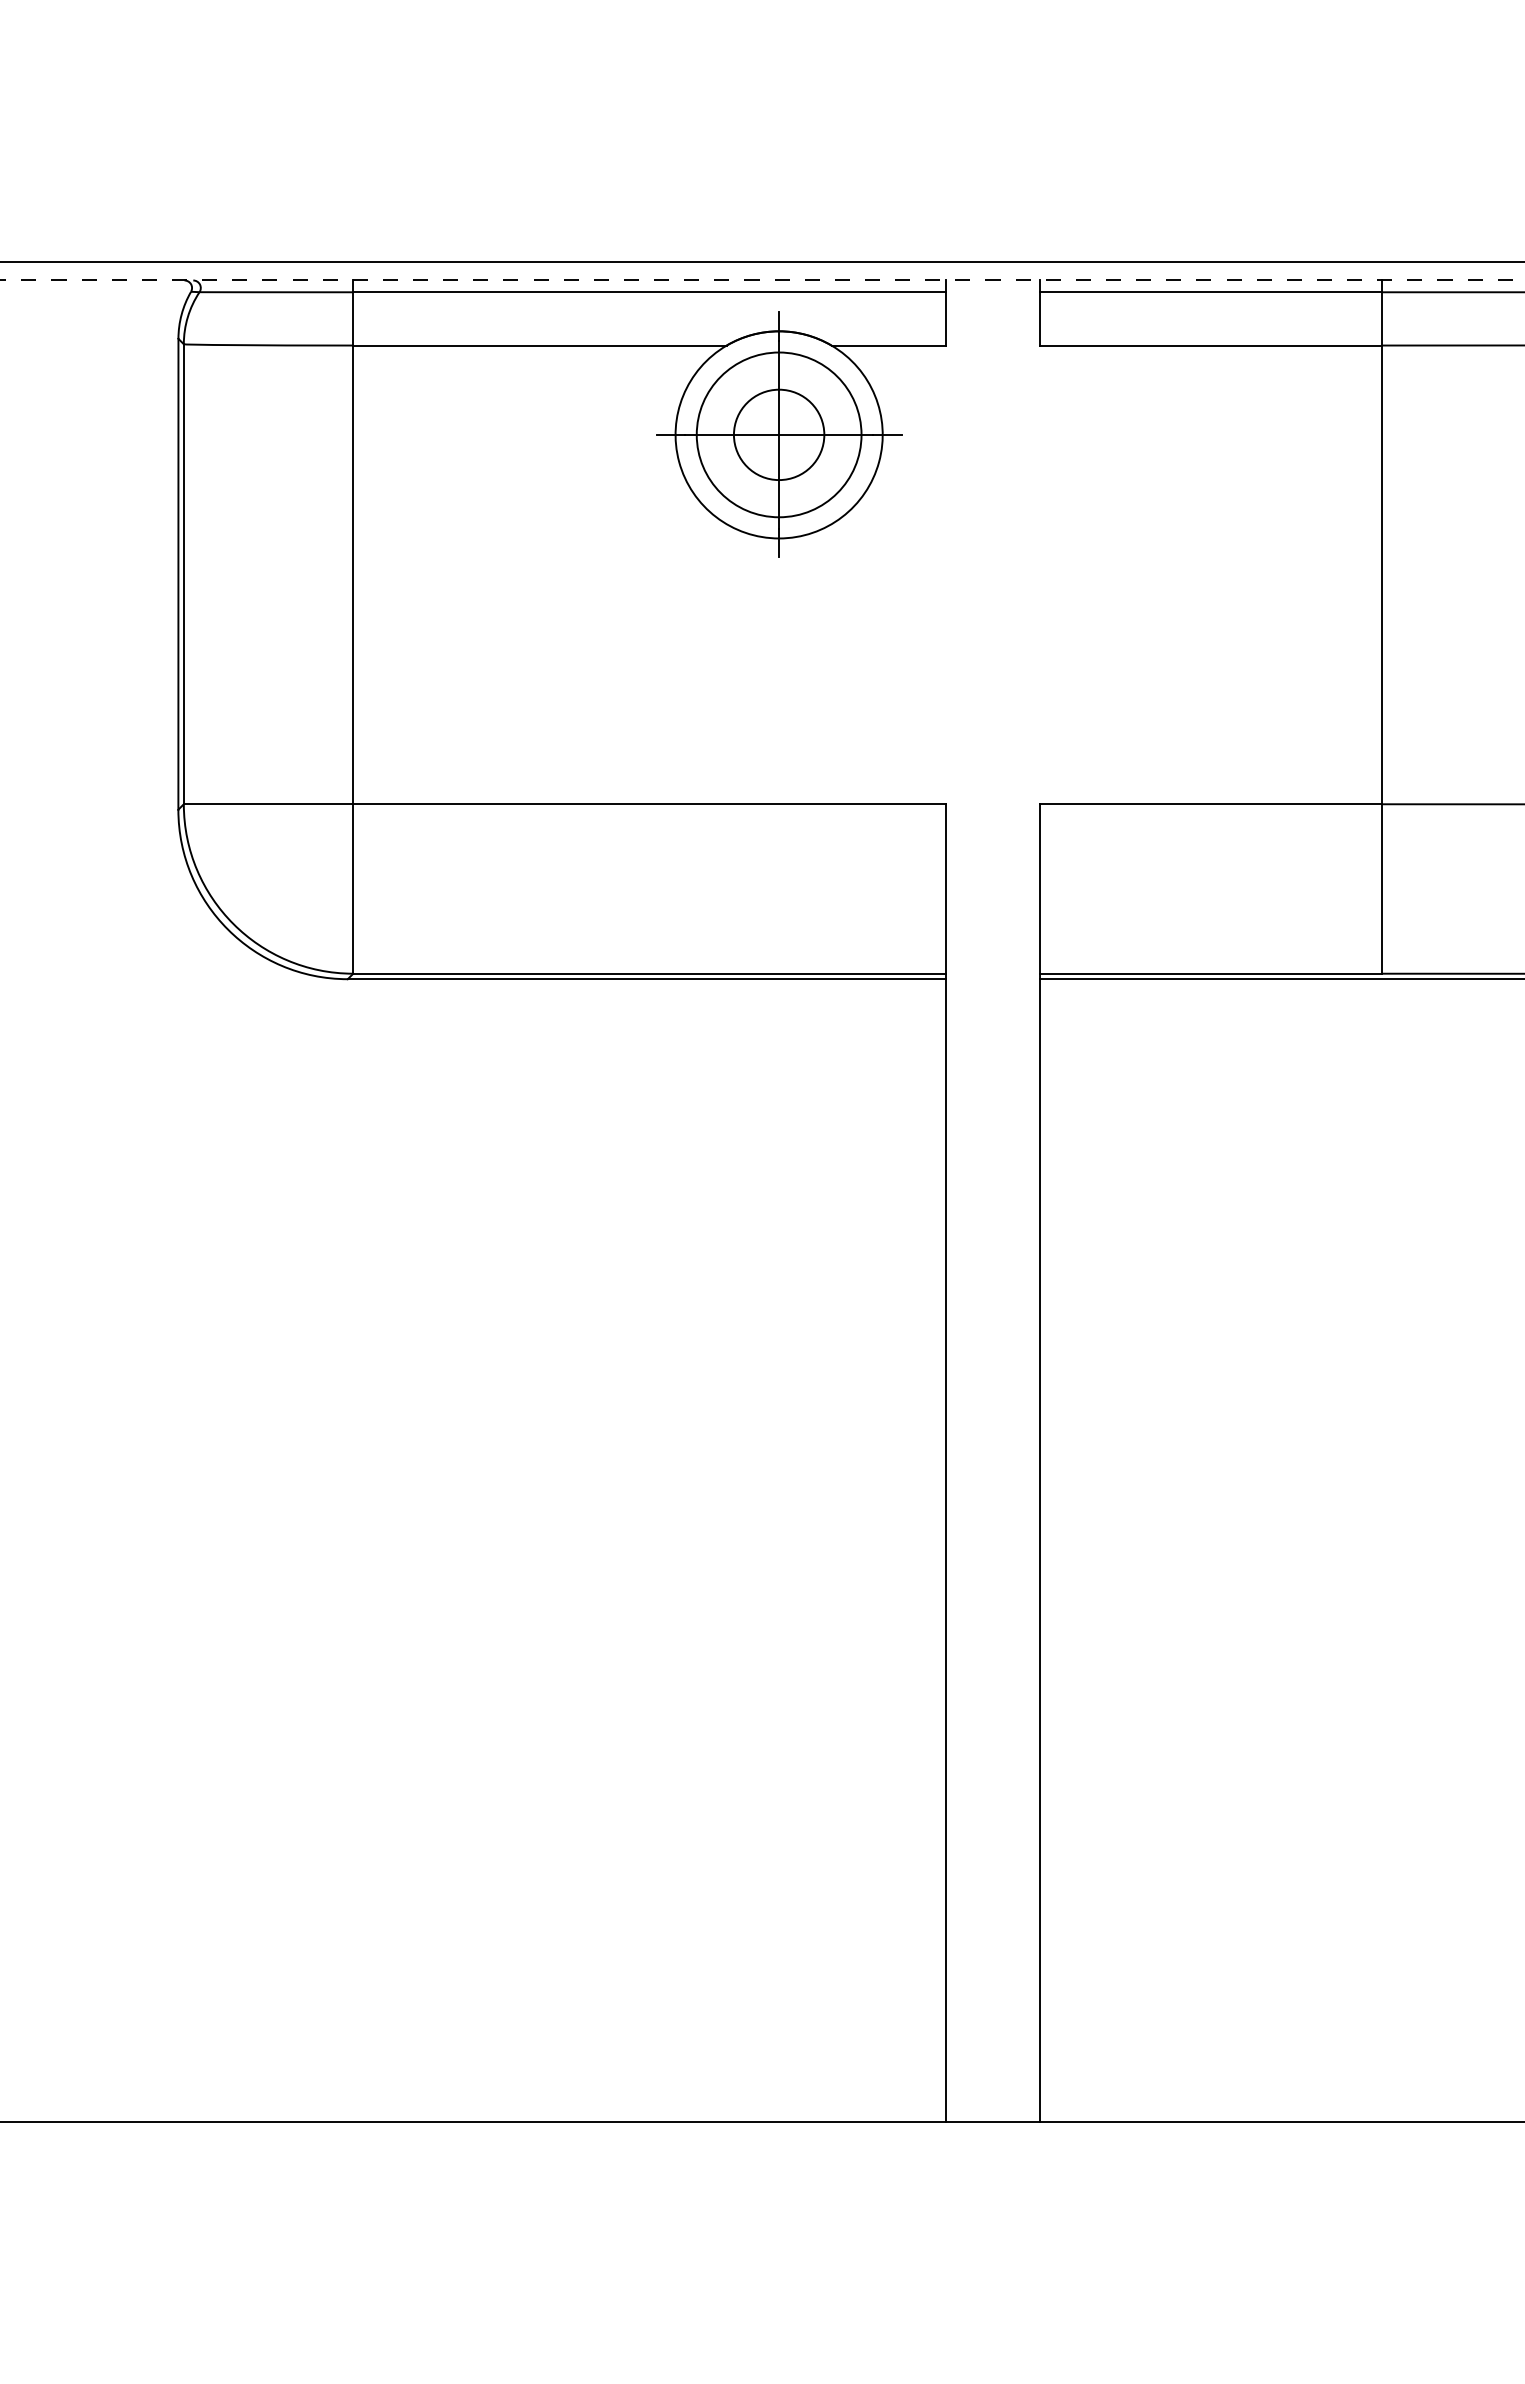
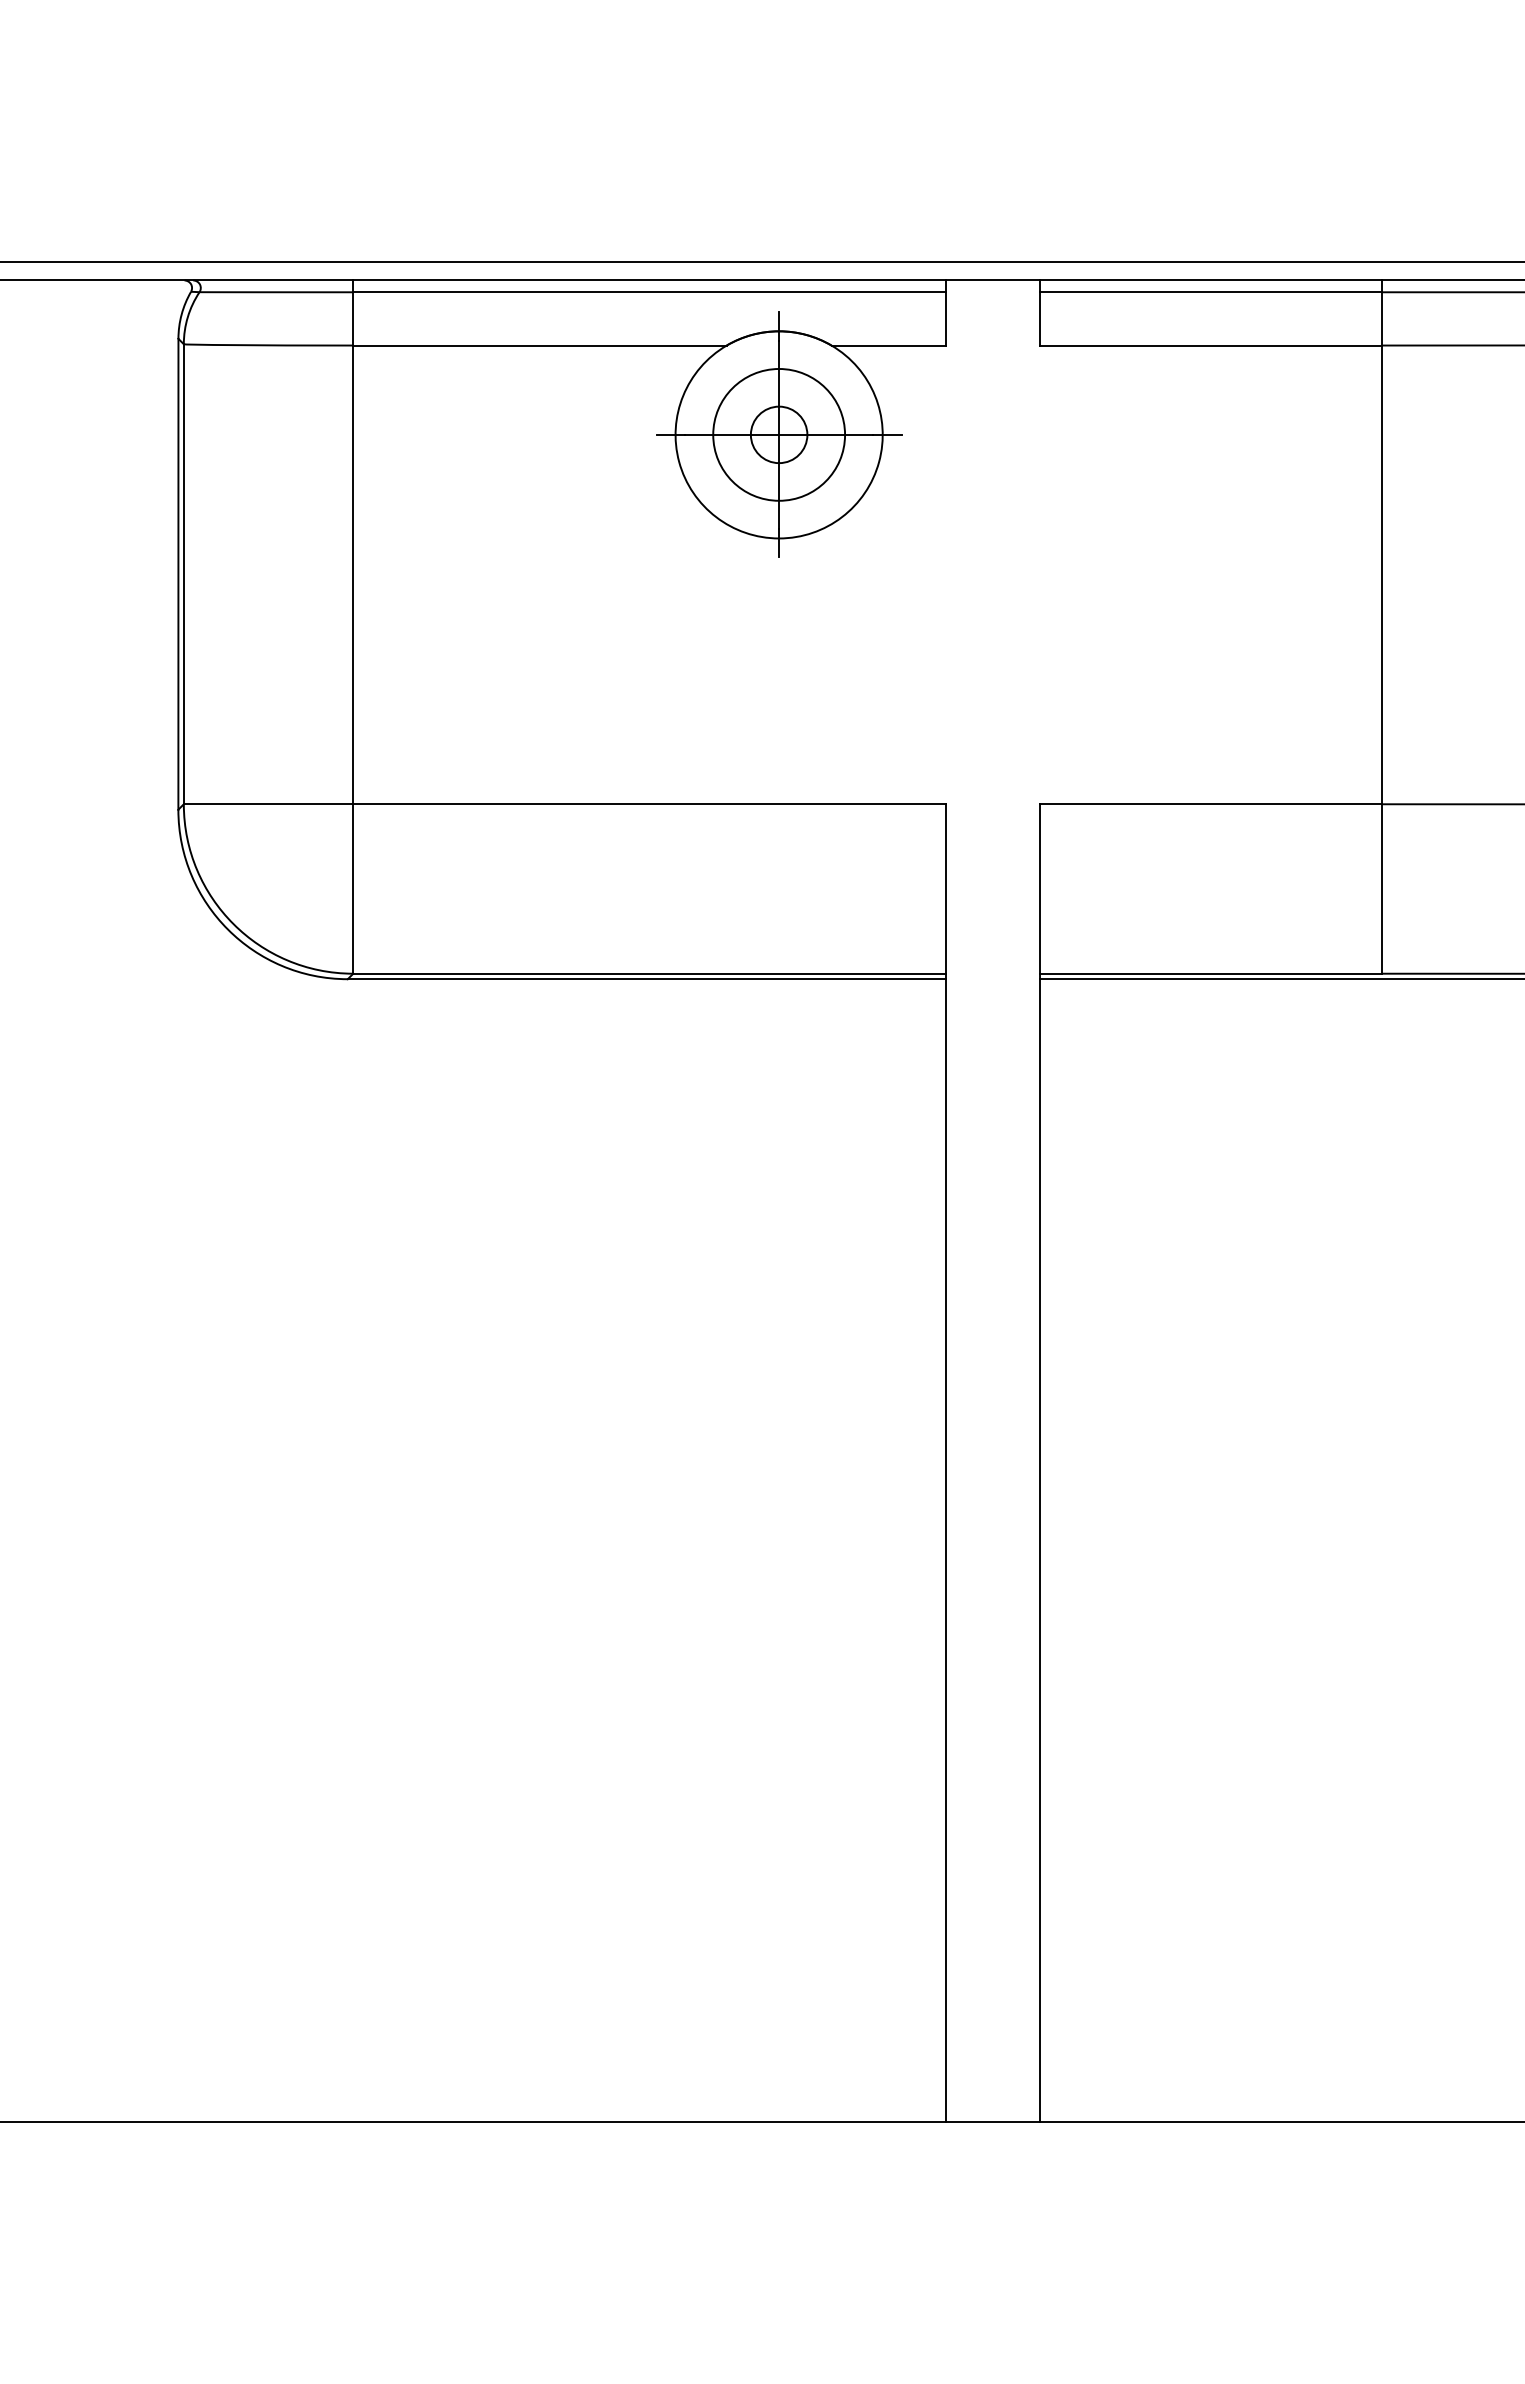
line at (762, 280): dashed -> solid
circle at (778, 434) diameter: 165 px -> 132 px
circle at (778, 434) diameter: 90 px -> 56 px
